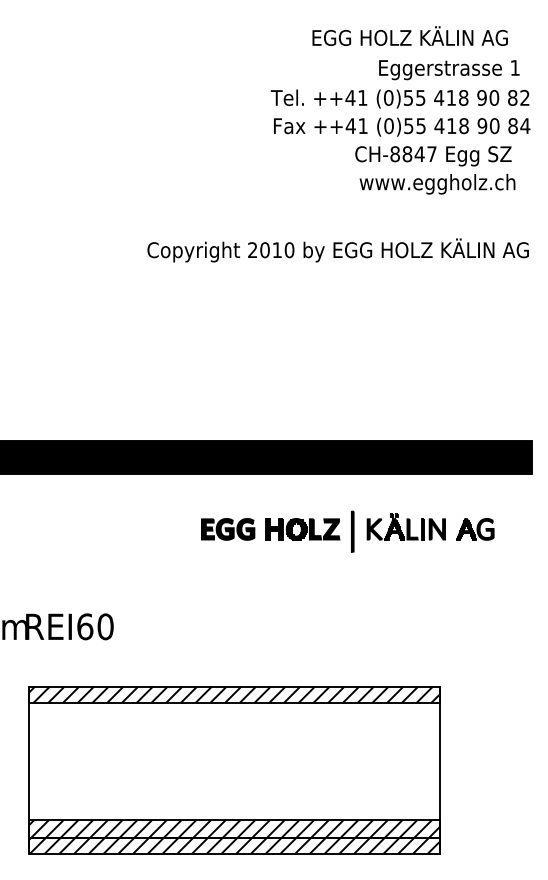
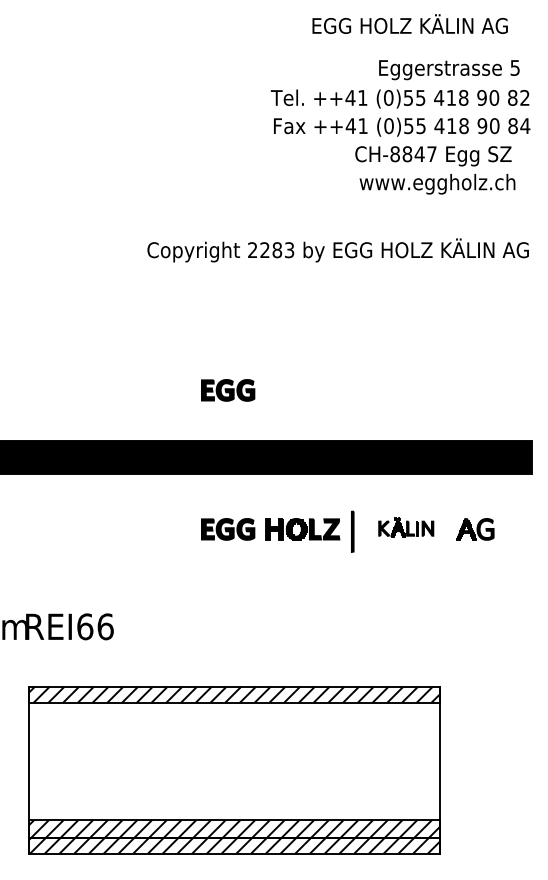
text at (409, 35) position: (409, 35) -> (409, 23)
text at (514, 67): 1 -> 5
text at (277, 250): 2010 -> 2283
part at (228, 390): none -> present
part at (405, 526) size: 80x28 px -> 57x21 px
text at (105, 626): REI60 -> REI66
